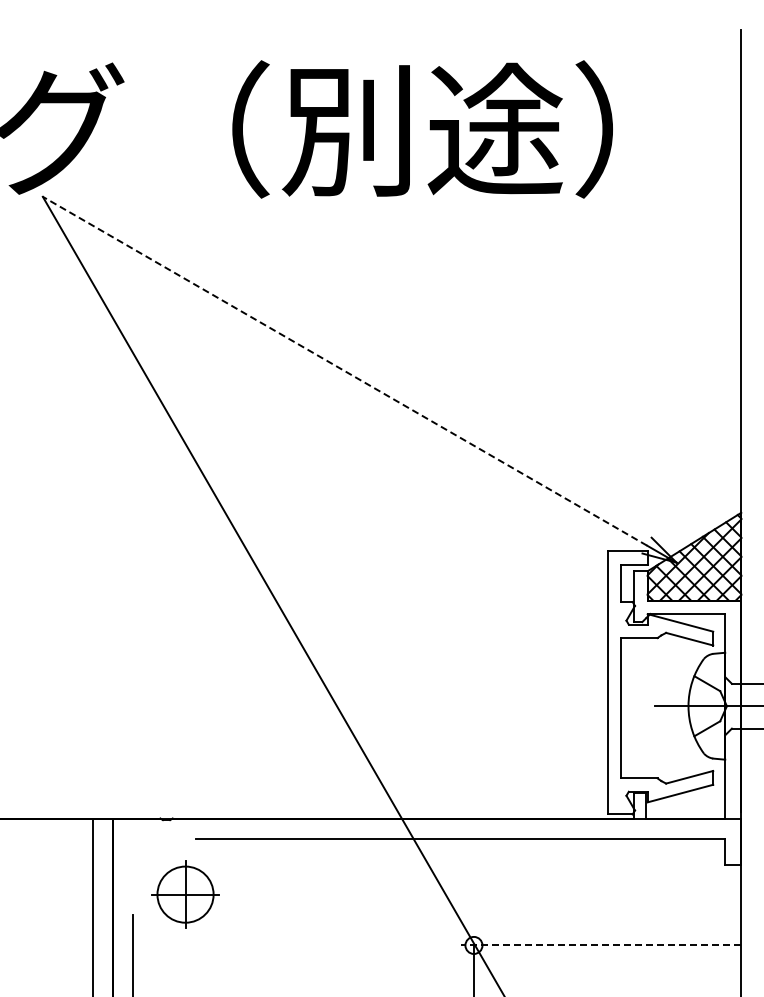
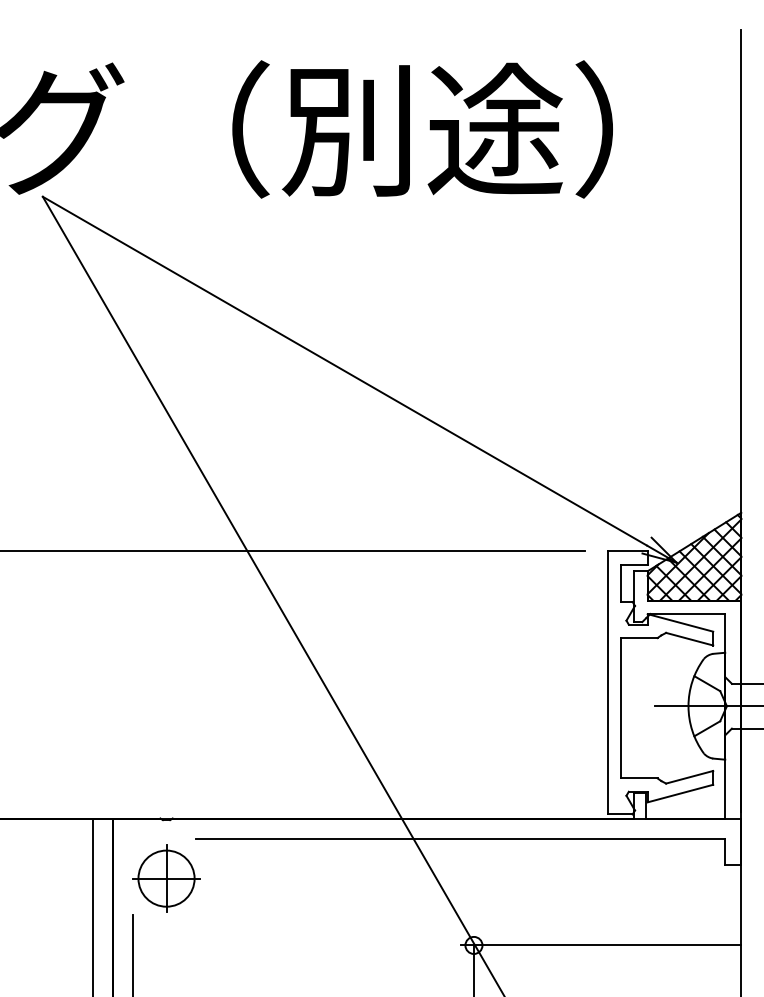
line at (344, 371): dashed -> solid
line at (293, 551): none -> present
part at (185, 894) position: (185, 894) -> (166, 878)
line at (600, 945): dashed -> solid
